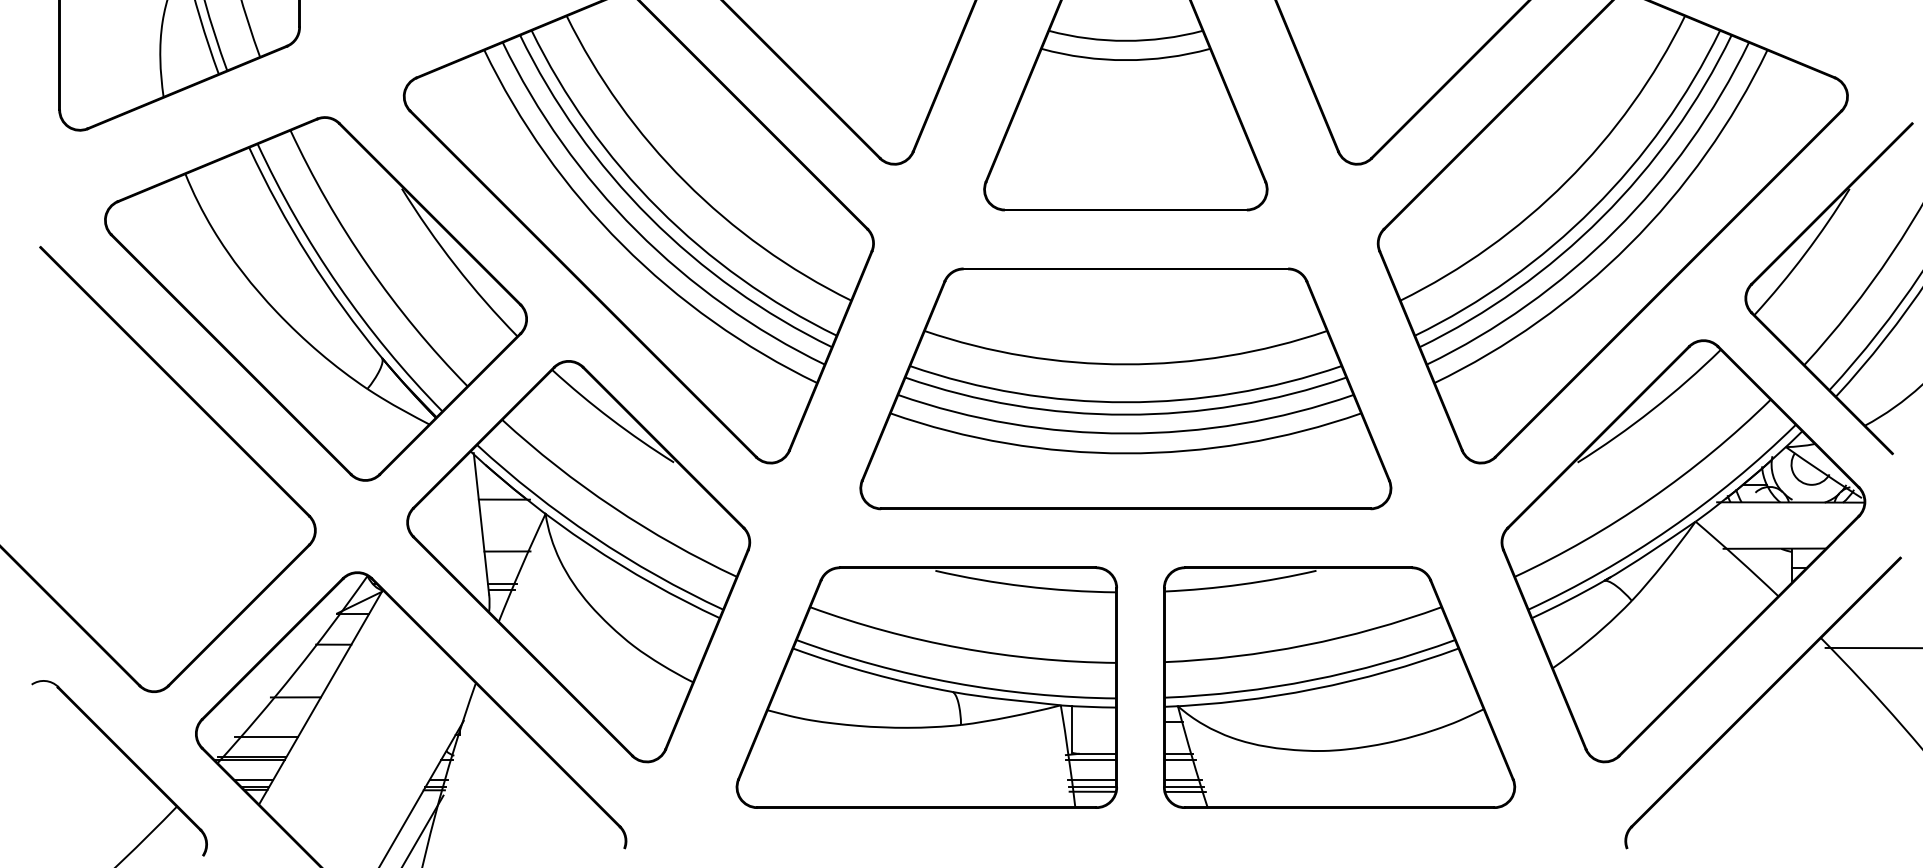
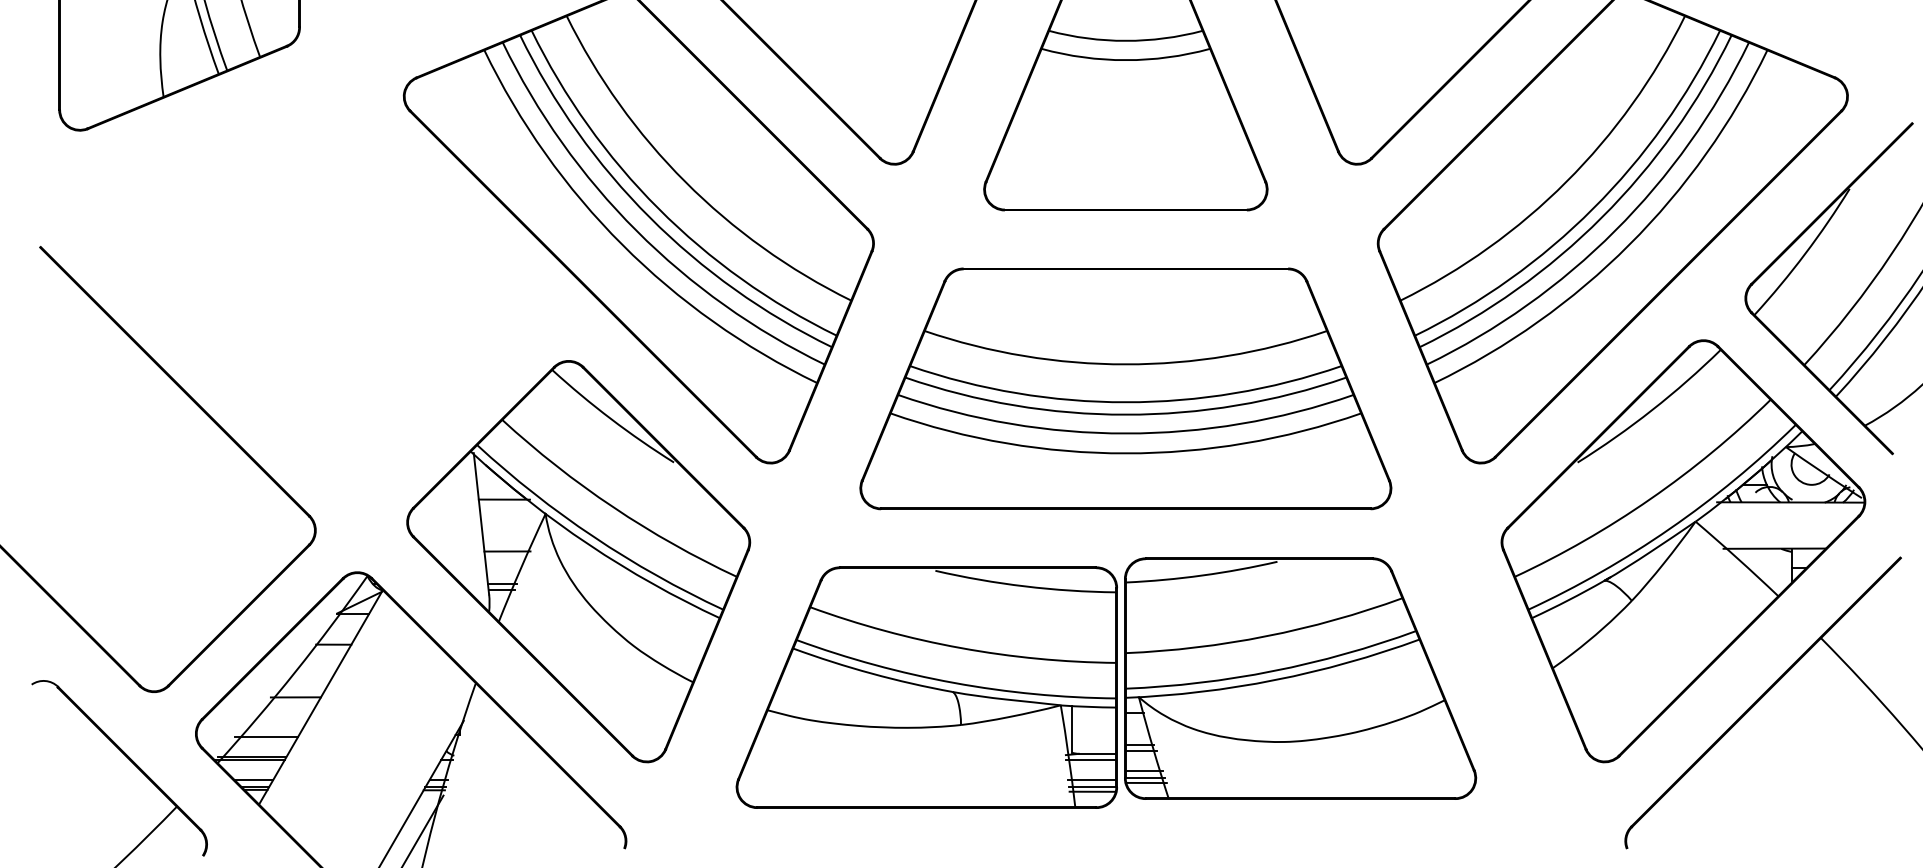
part at (315, 298): present -> none
line at (1872, 647): present -> none
part at (1339, 687) position: (1339, 687) -> (1300, 678)
